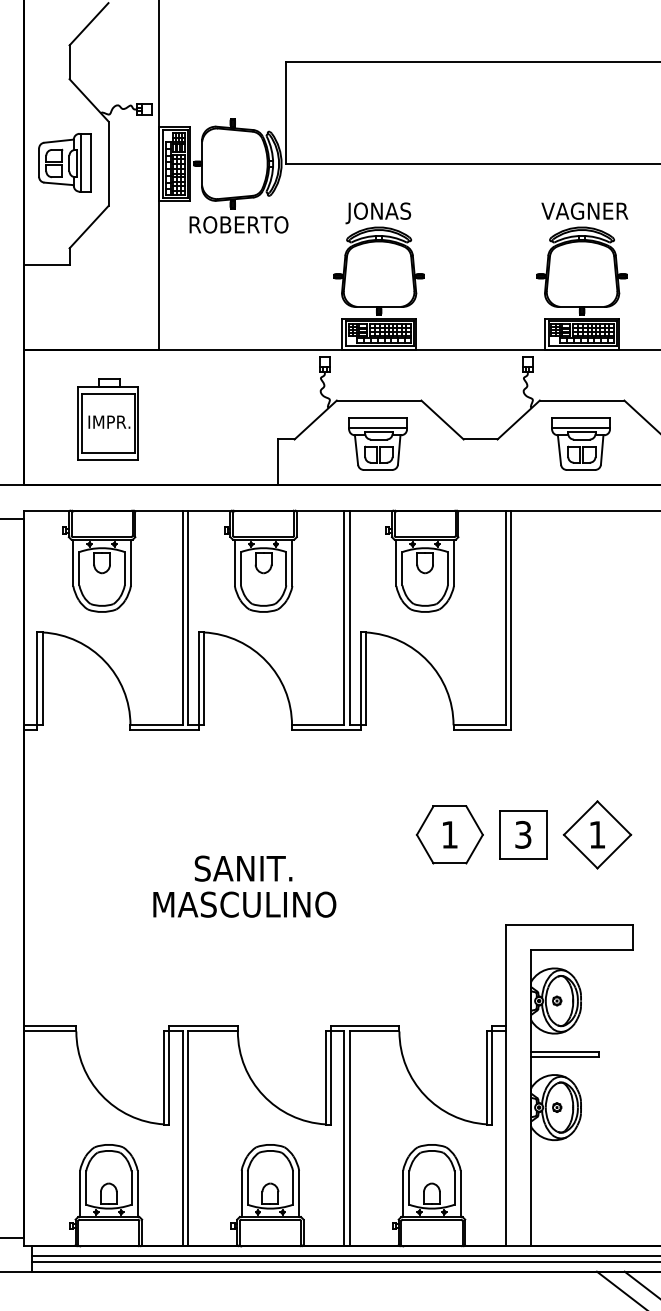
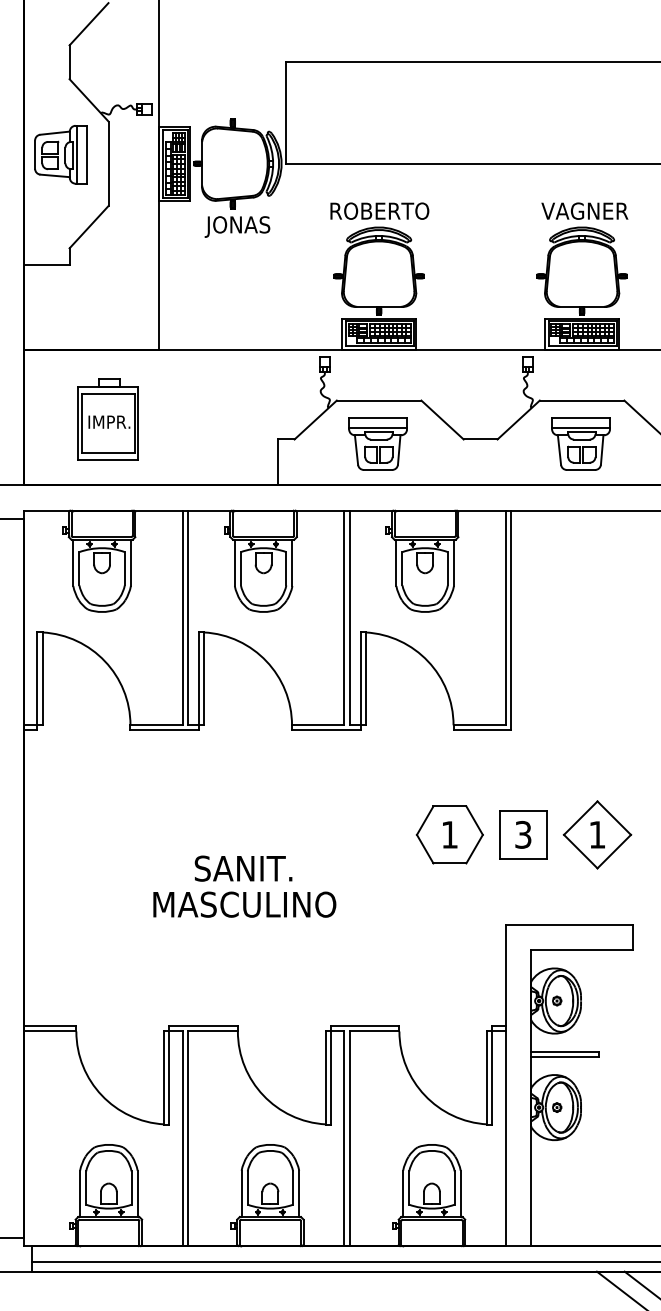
part at (64, 162) position: (64, 162) -> (60, 154)
text at (379, 213): JONAS -> ROBERTO
text at (238, 226): ROBERTO -> JONAS
line at (344, 1255): present -> none
